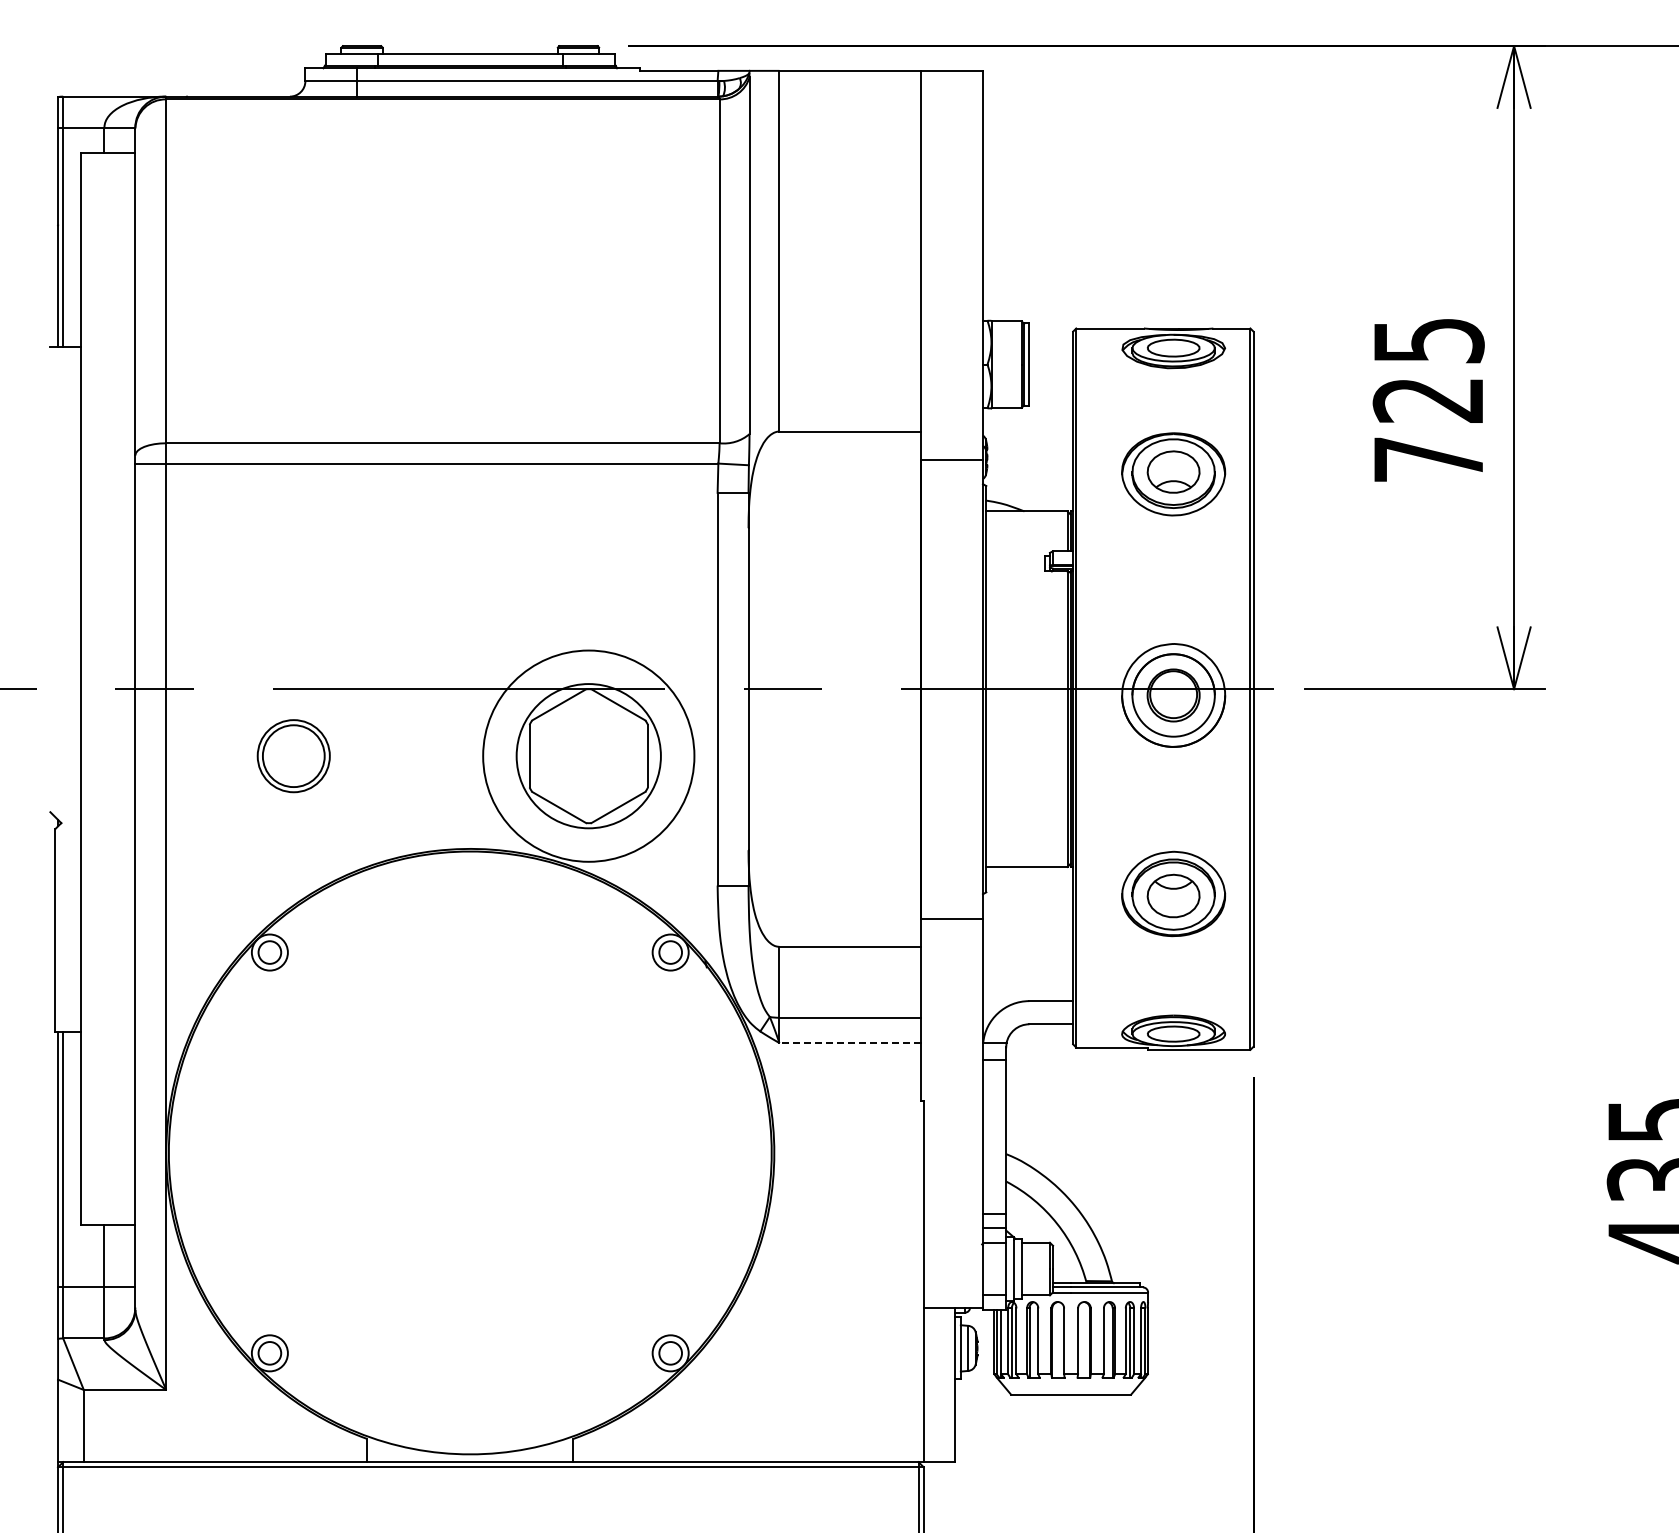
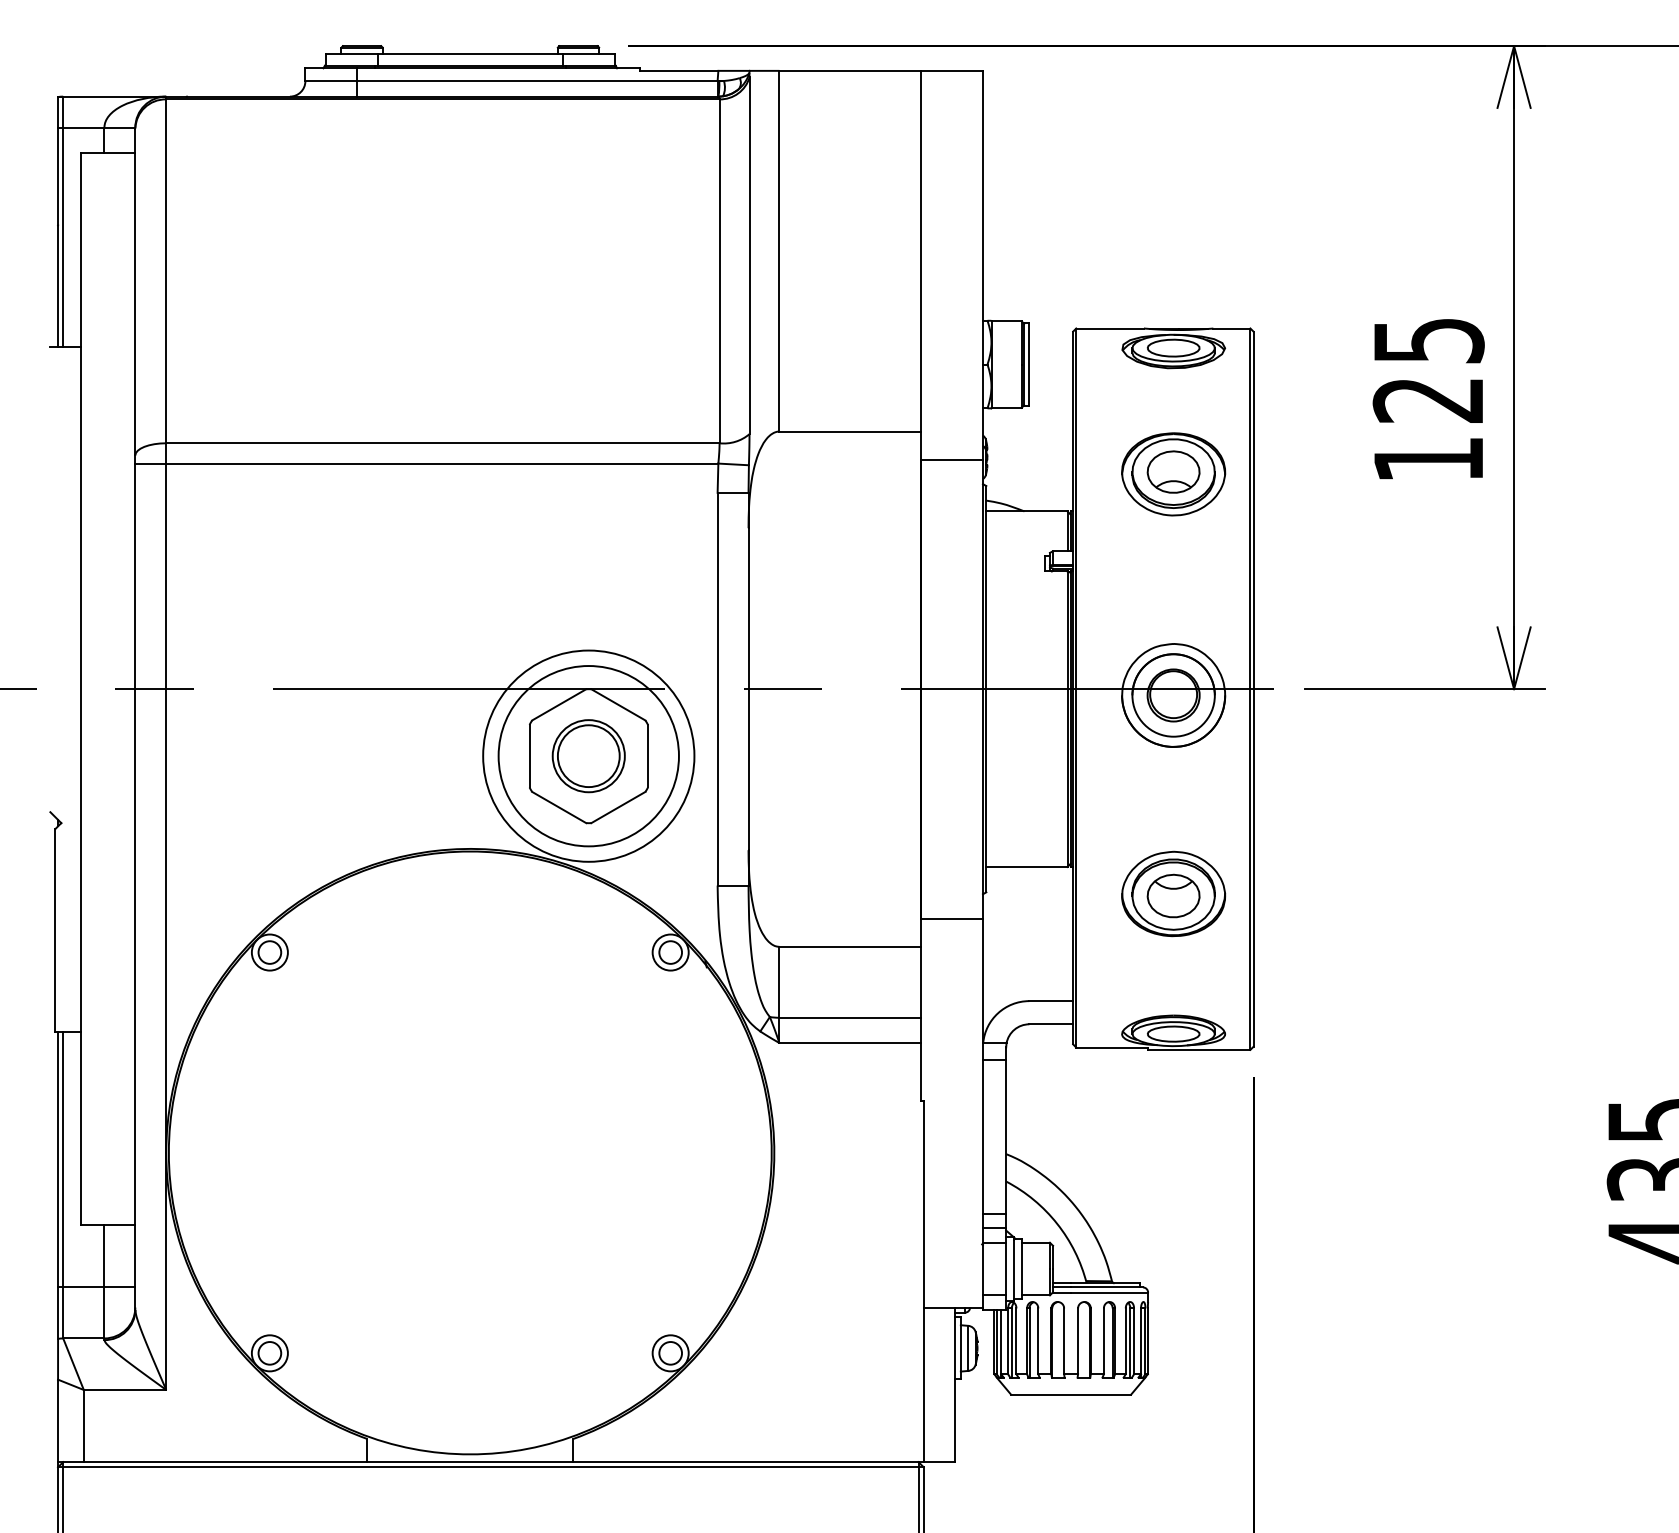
text at (1428, 459): 725 -> 125
part at (293, 756) position: (293, 756) -> (588, 756)
circle at (588, 756) diameter: 144 px -> 180 px
line at (850, 1043): dashed -> solid
